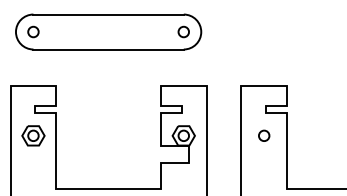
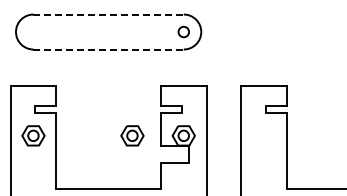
line at (109, 14): solid -> dashed
circle at (33, 31): present -> none
line at (109, 49): solid -> dashed
part at (132, 135): none -> present
circle at (264, 135): present -> none
